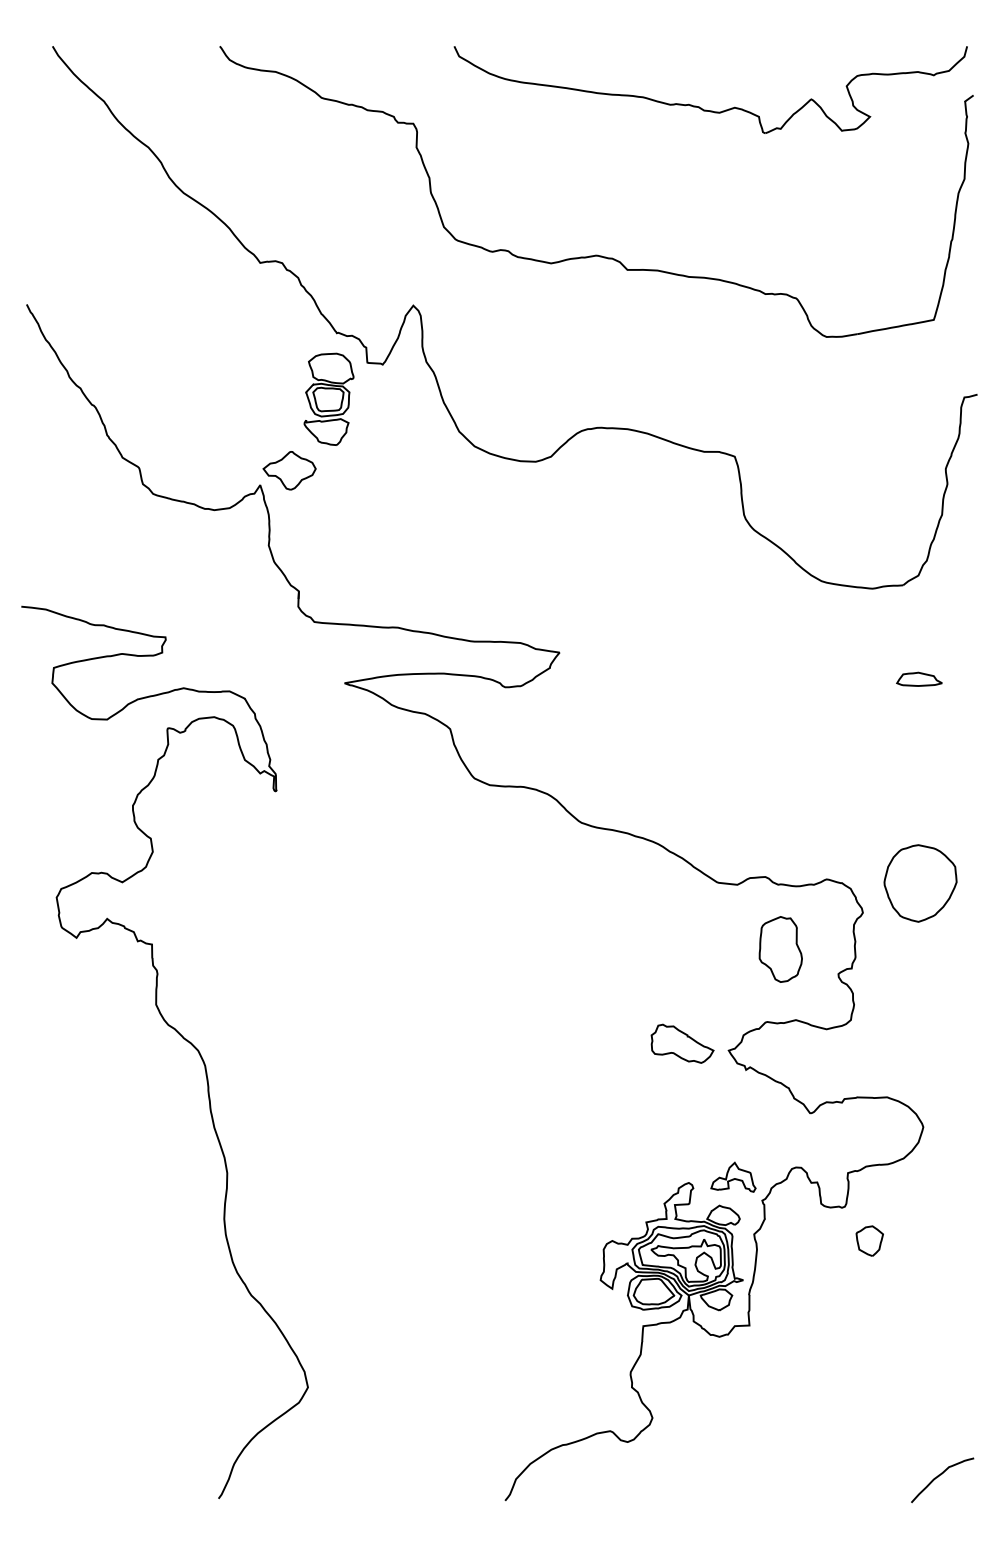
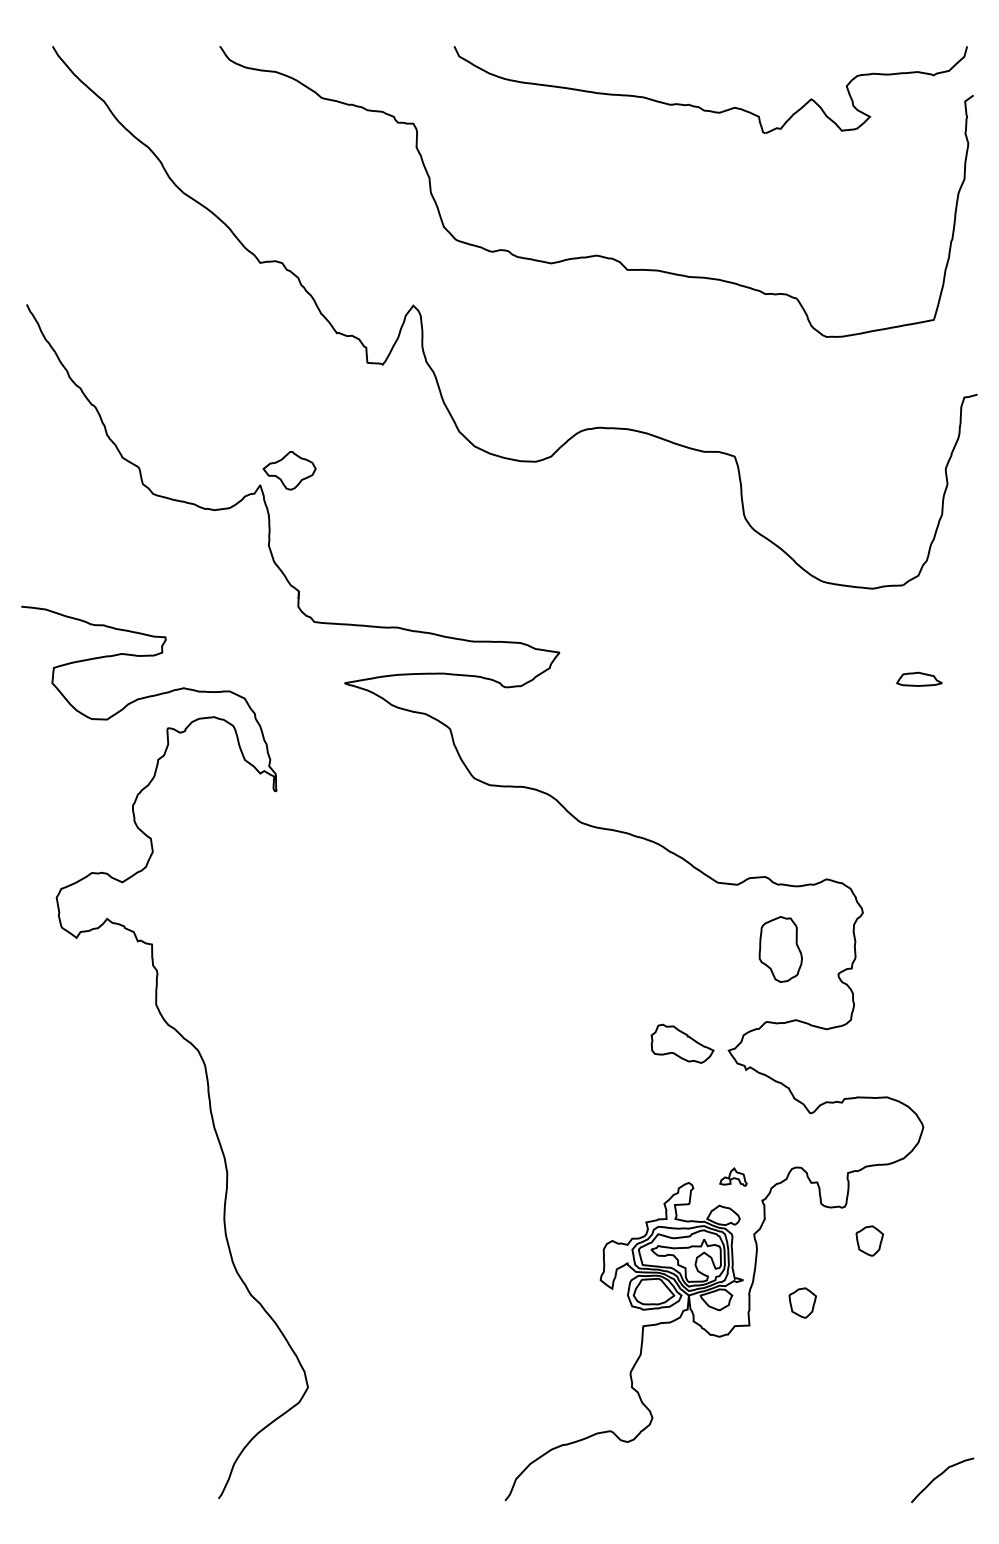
part at (328, 398): present -> none
part at (920, 883): present -> none
part at (733, 1176) size: 47x32 px -> 29x20 px
part at (802, 1302): none -> present
